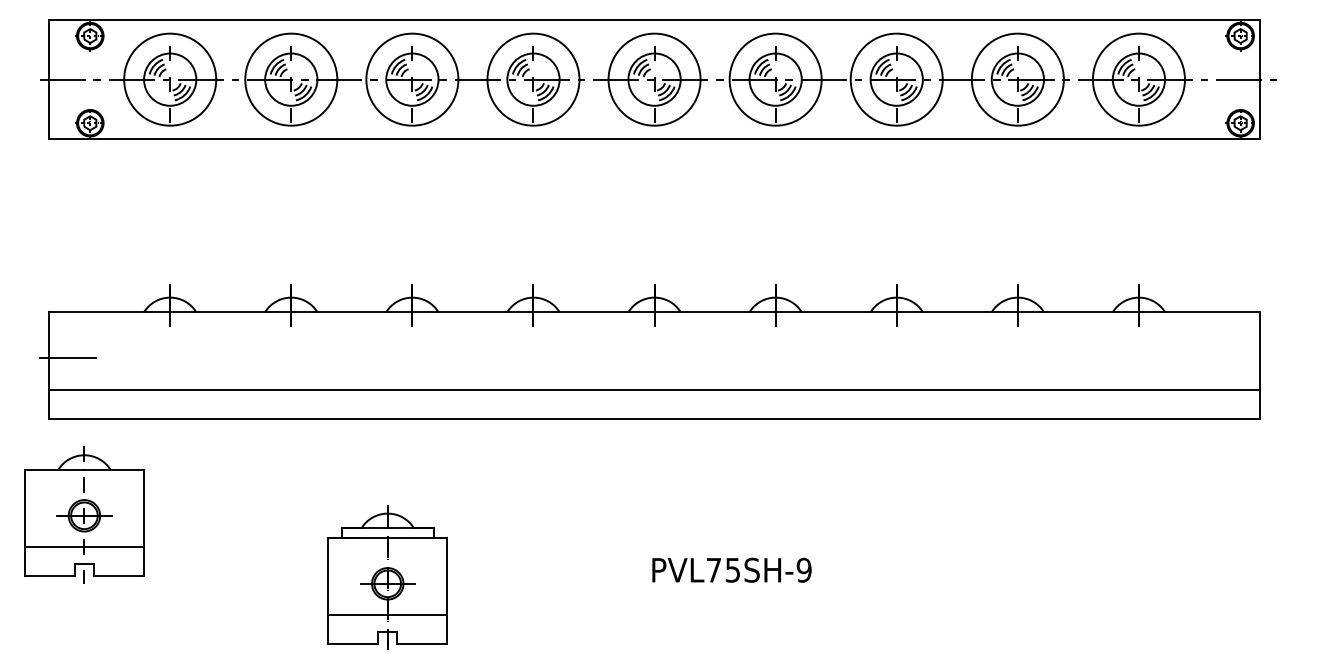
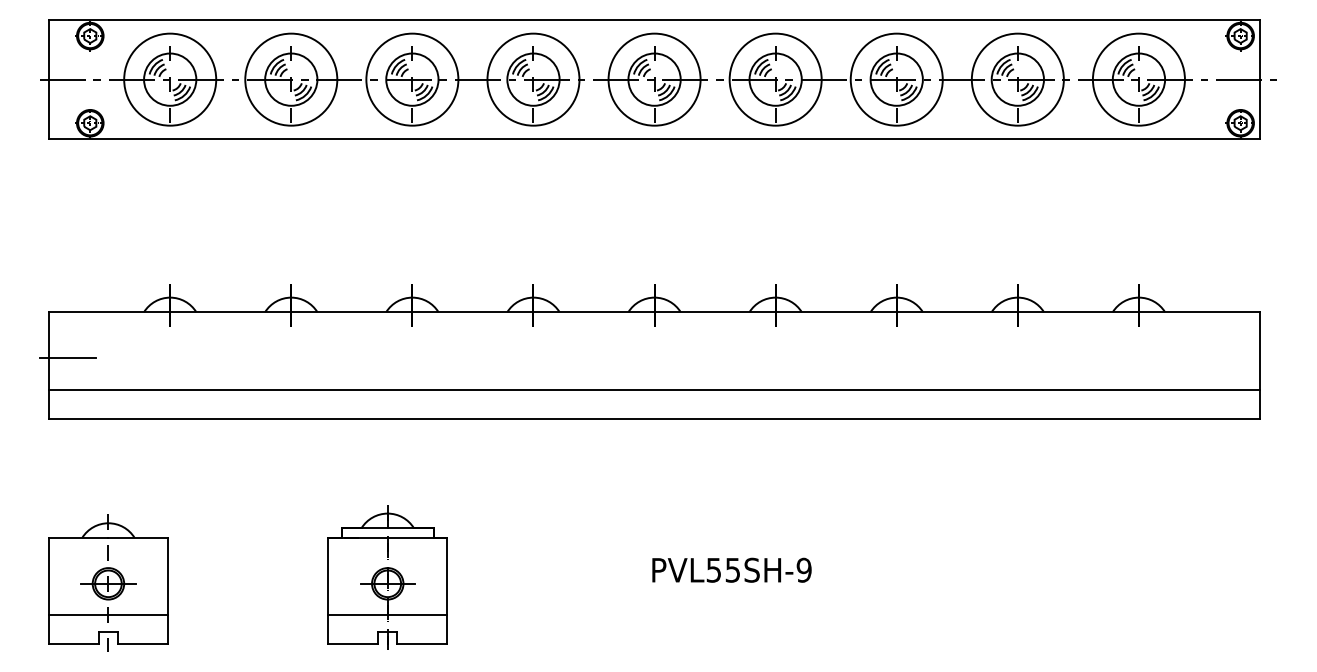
part at (84, 514) position: (84, 514) -> (108, 582)
text at (713, 570): PVL75SH-9 -> PVL55SH-9
